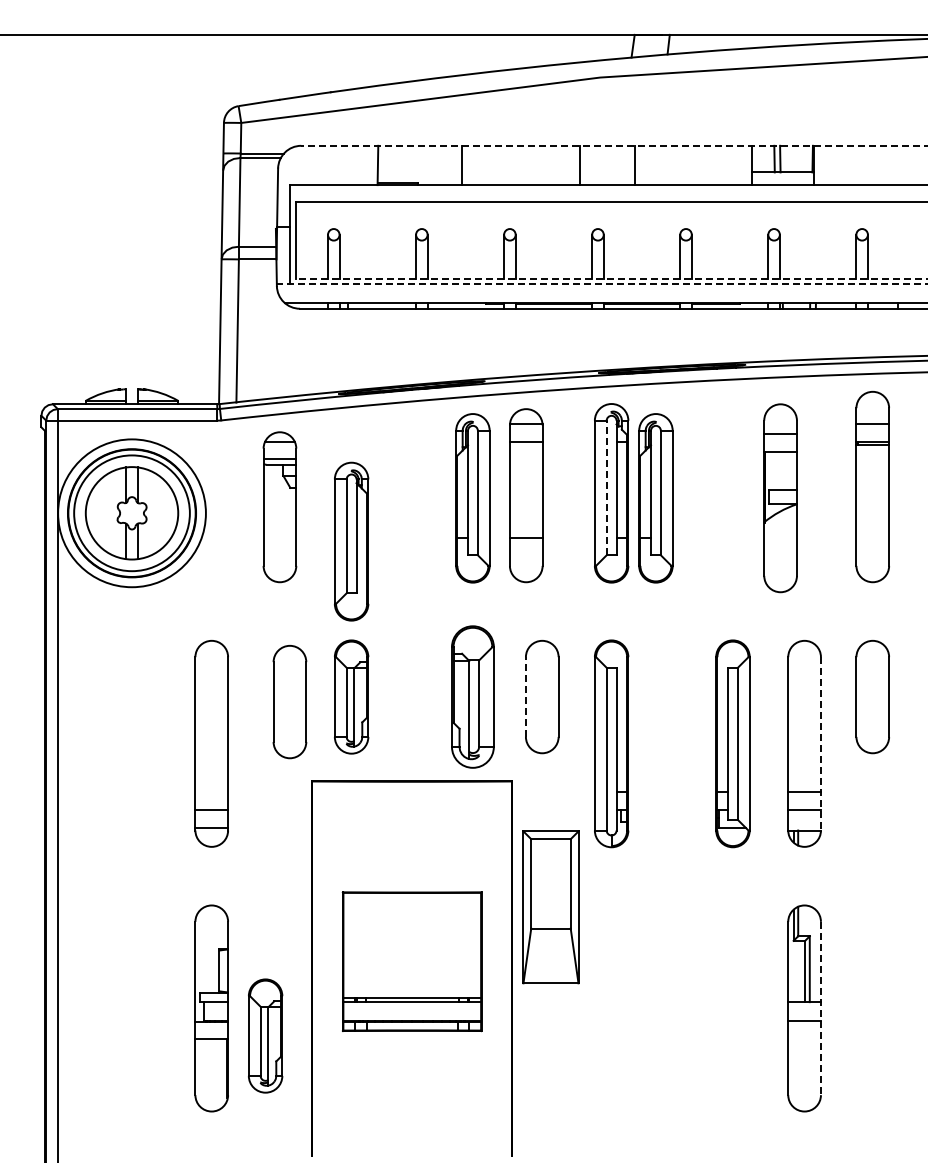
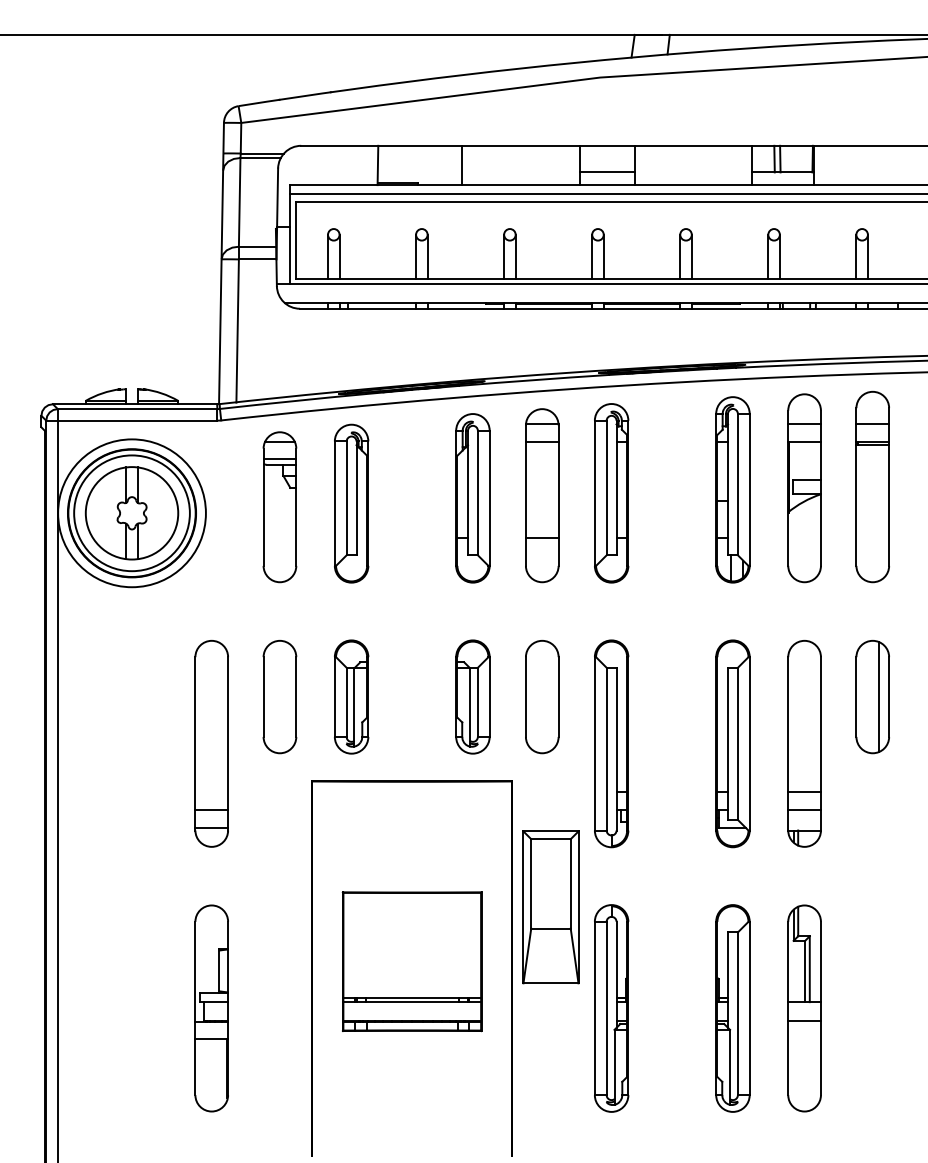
line at (614, 145): dashed -> solid
line at (606, 172): none -> present
line at (606, 194): none -> present
line at (611, 278): dashed -> solid
line at (601, 284): dashed -> solid
line at (606, 487): dashed -> solid
part at (732, 489): none -> present
part at (526, 495) position: (526, 495) -> (542, 495)
part at (655, 498): present -> none
part at (780, 498) position: (780, 498) -> (804, 488)
part at (351, 541) position: (351, 541) -> (351, 503)
part at (472, 696) size: 44x144 px -> 36x116 px
line at (525, 697): dashed -> solid
line at (879, 697): none -> present
part at (289, 702) position: (289, 702) -> (279, 697)
line at (820, 743): dashed -> solid
part at (611, 1008): none -> present
part at (732, 1008): none -> present
line at (820, 1008): dashed -> solid
part at (265, 1035): present -> none
